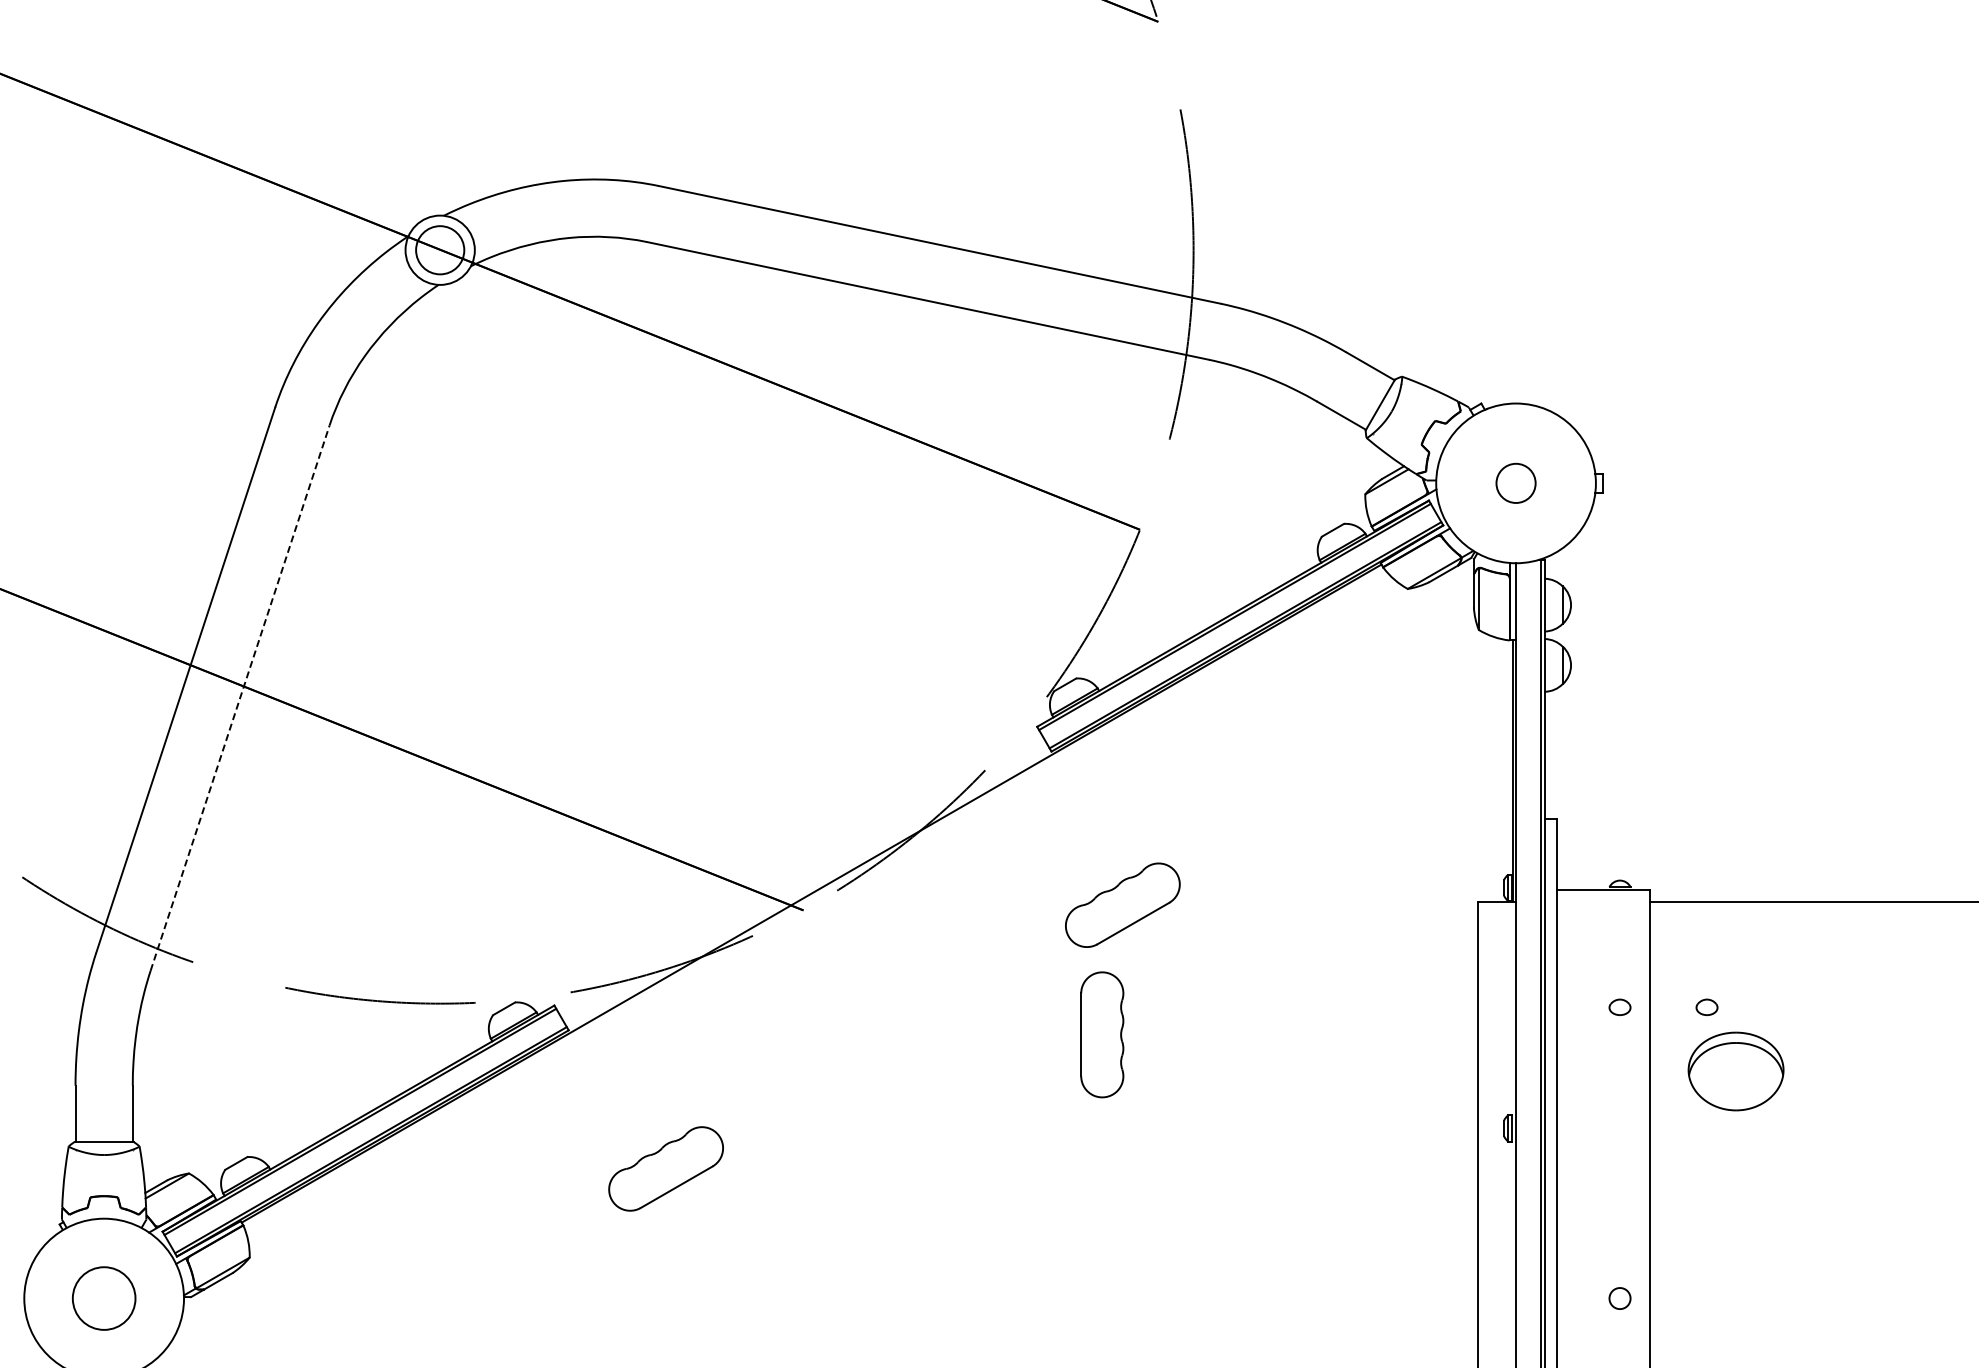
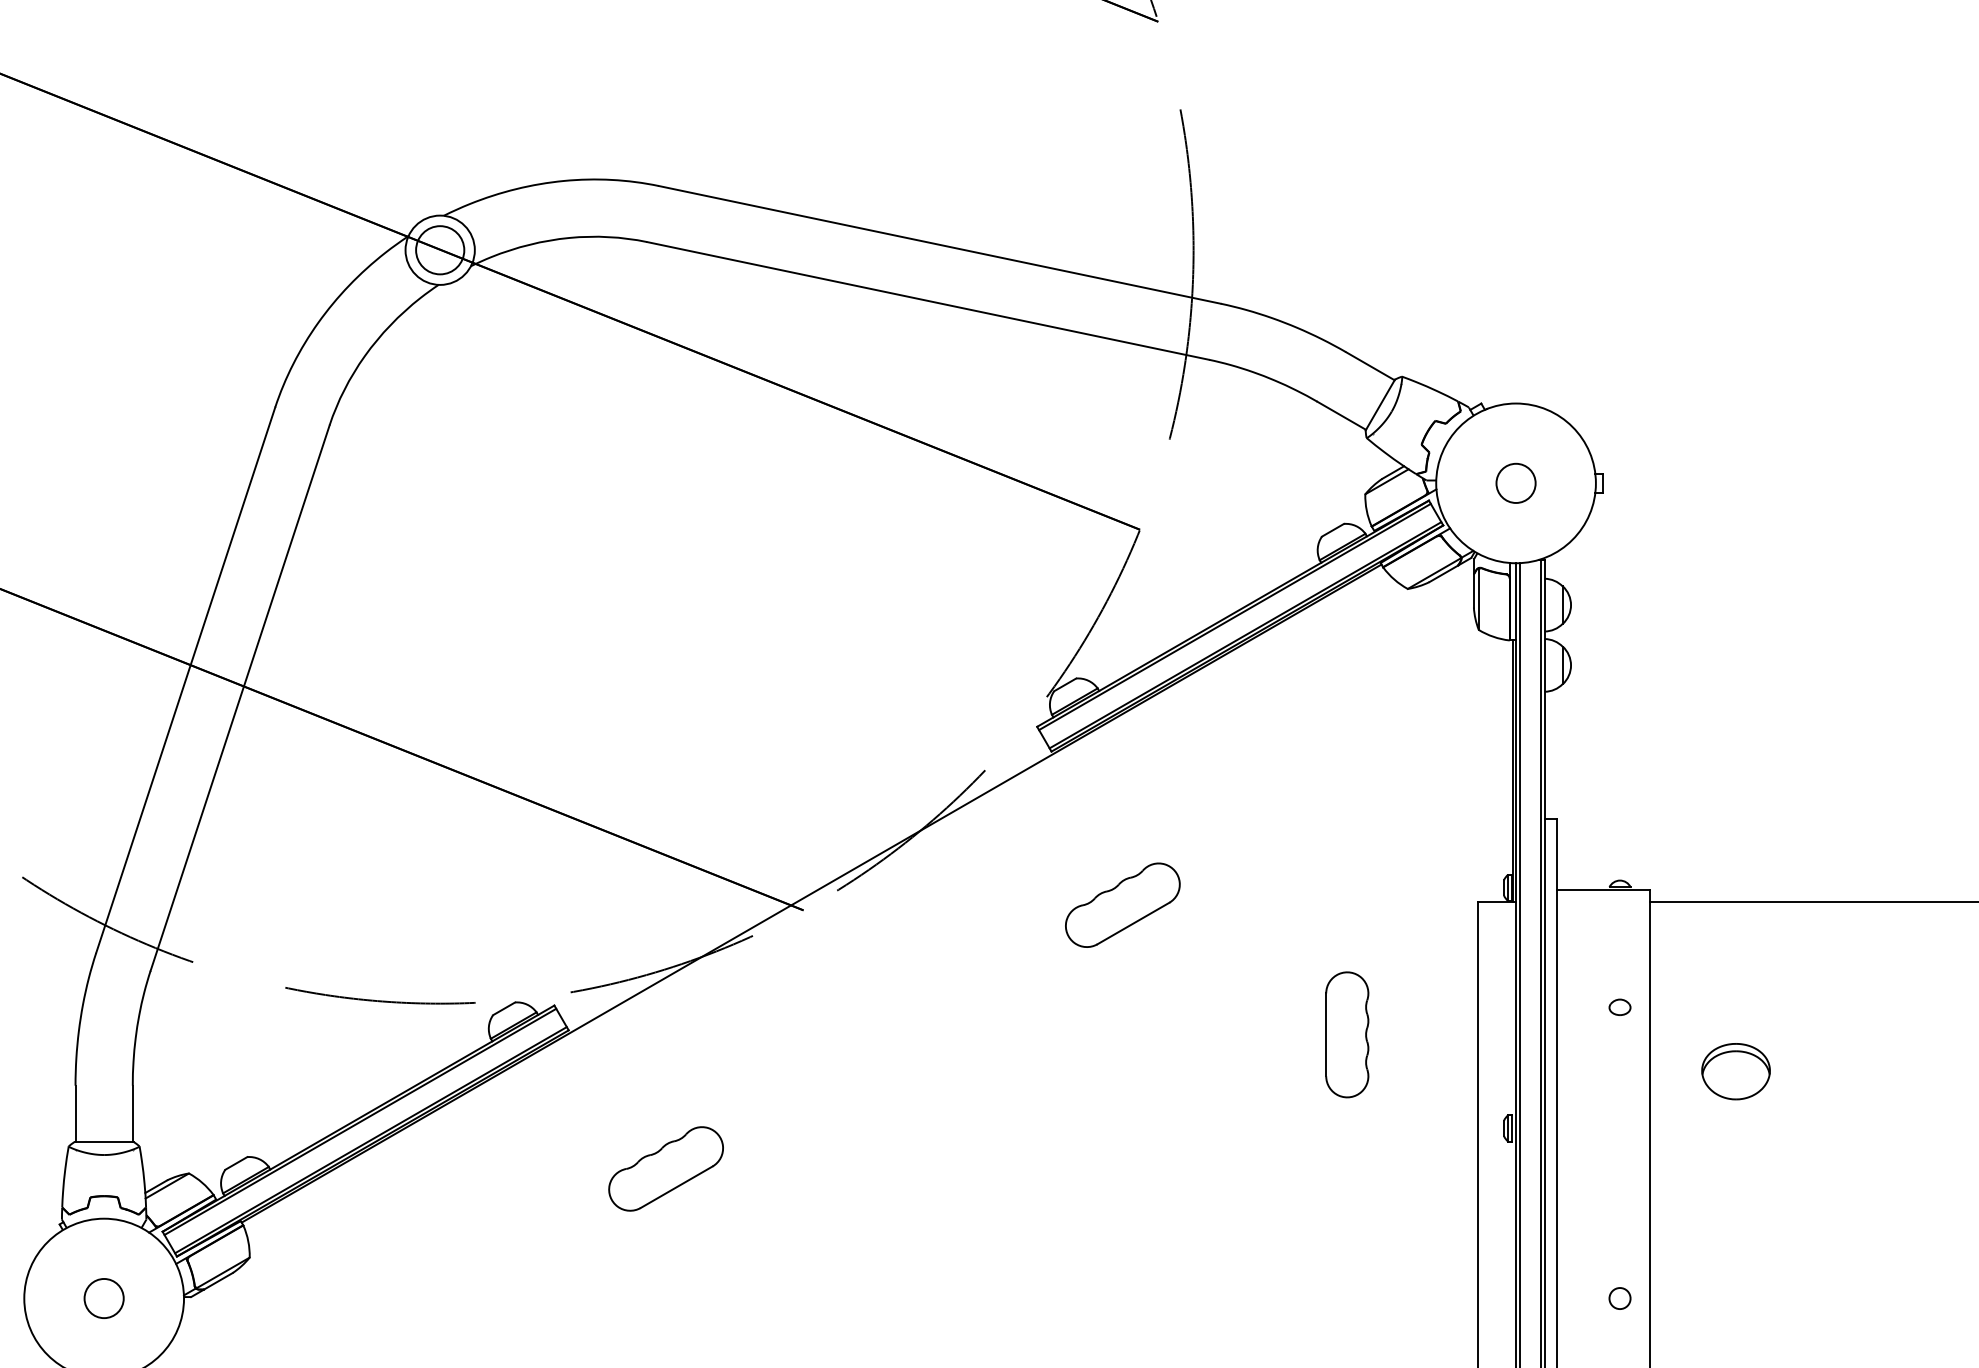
line at (240, 697): dashed -> solid
line at (1519, 963): none -> present
part at (1706, 1006): present -> none
part at (1102, 1034) position: (1102, 1034) -> (1347, 1034)
part at (1735, 1071) size: 98x81 px -> 70x58 px
circle at (103, 1298) diameter: 63 px -> 39 px
